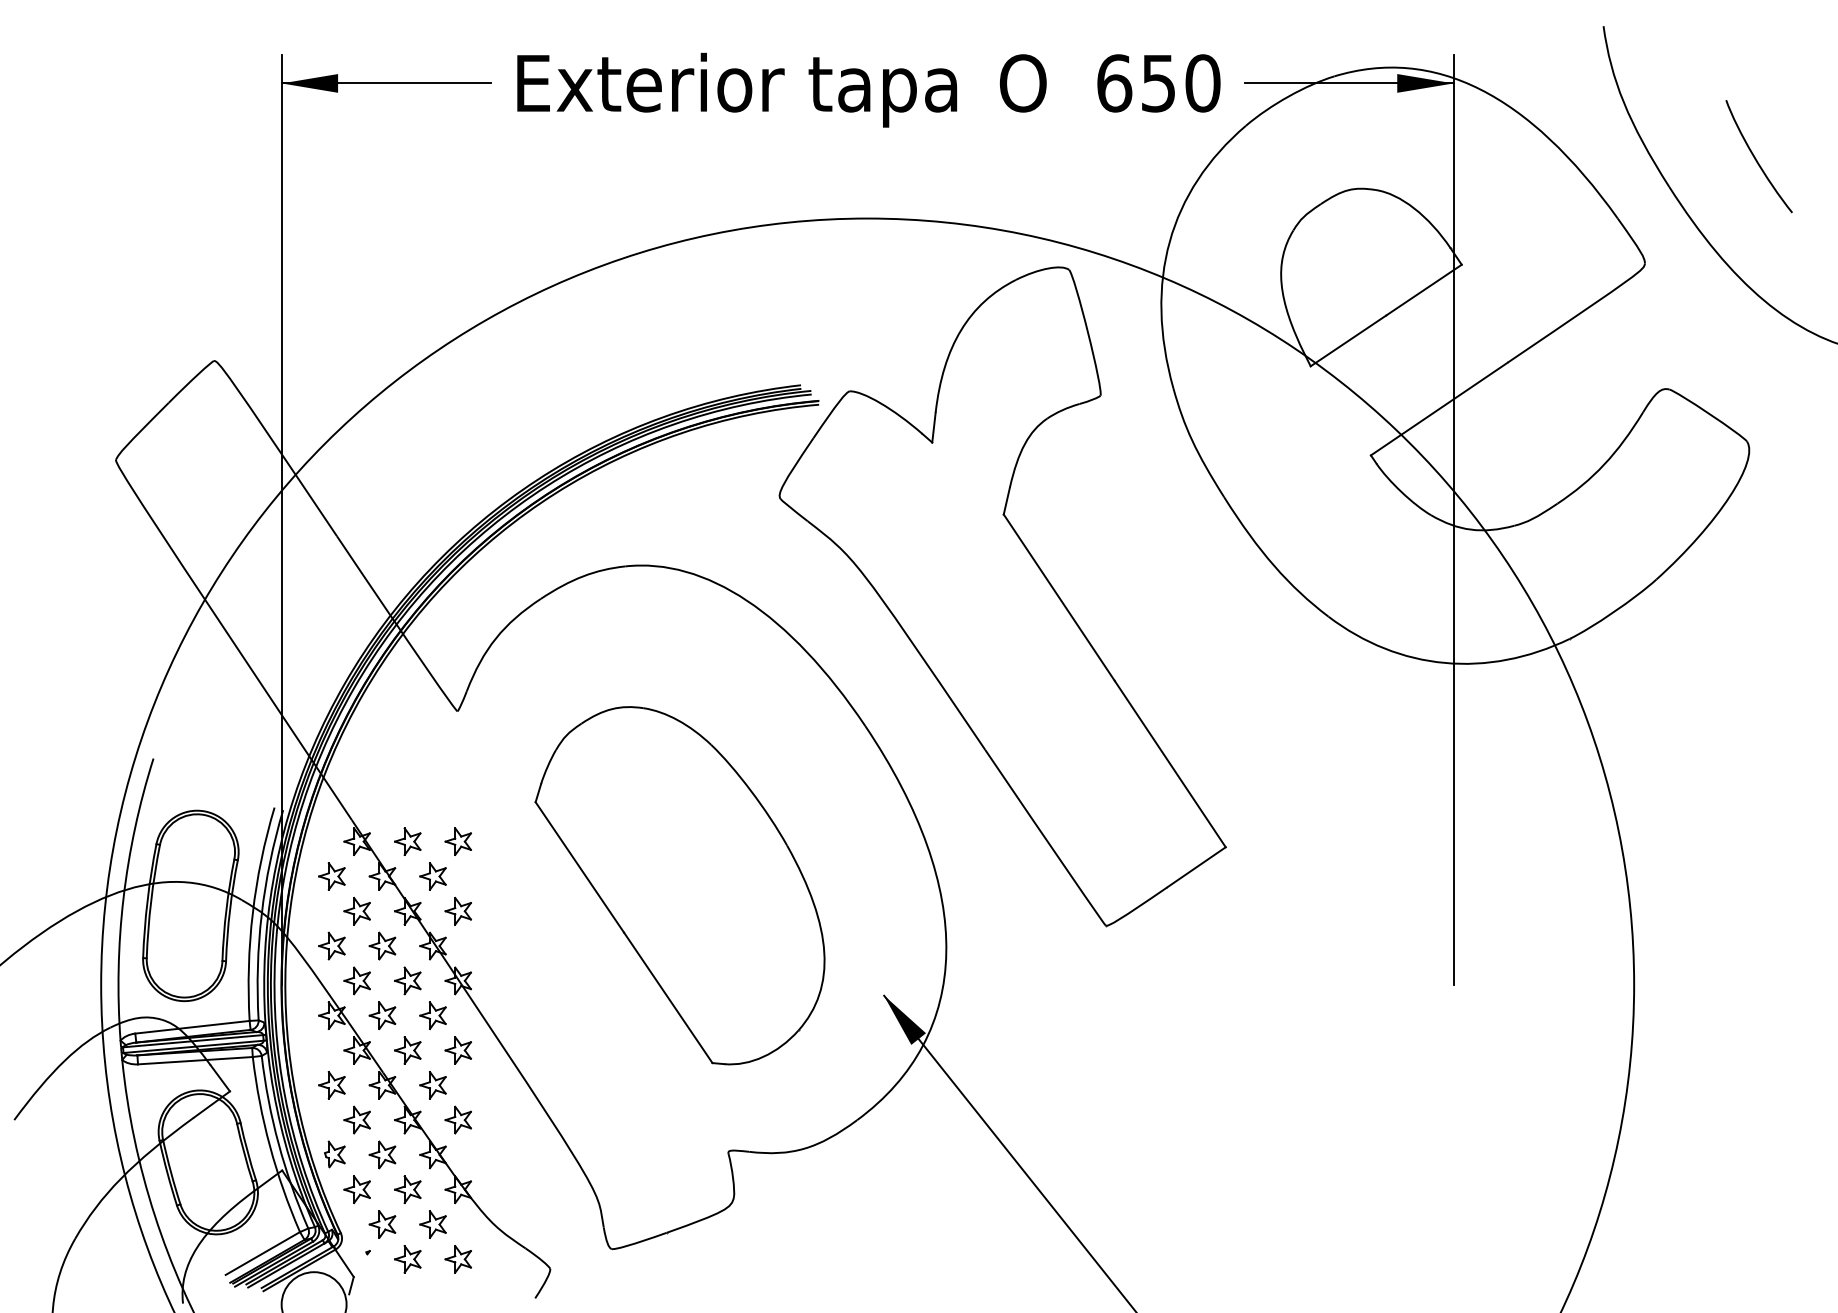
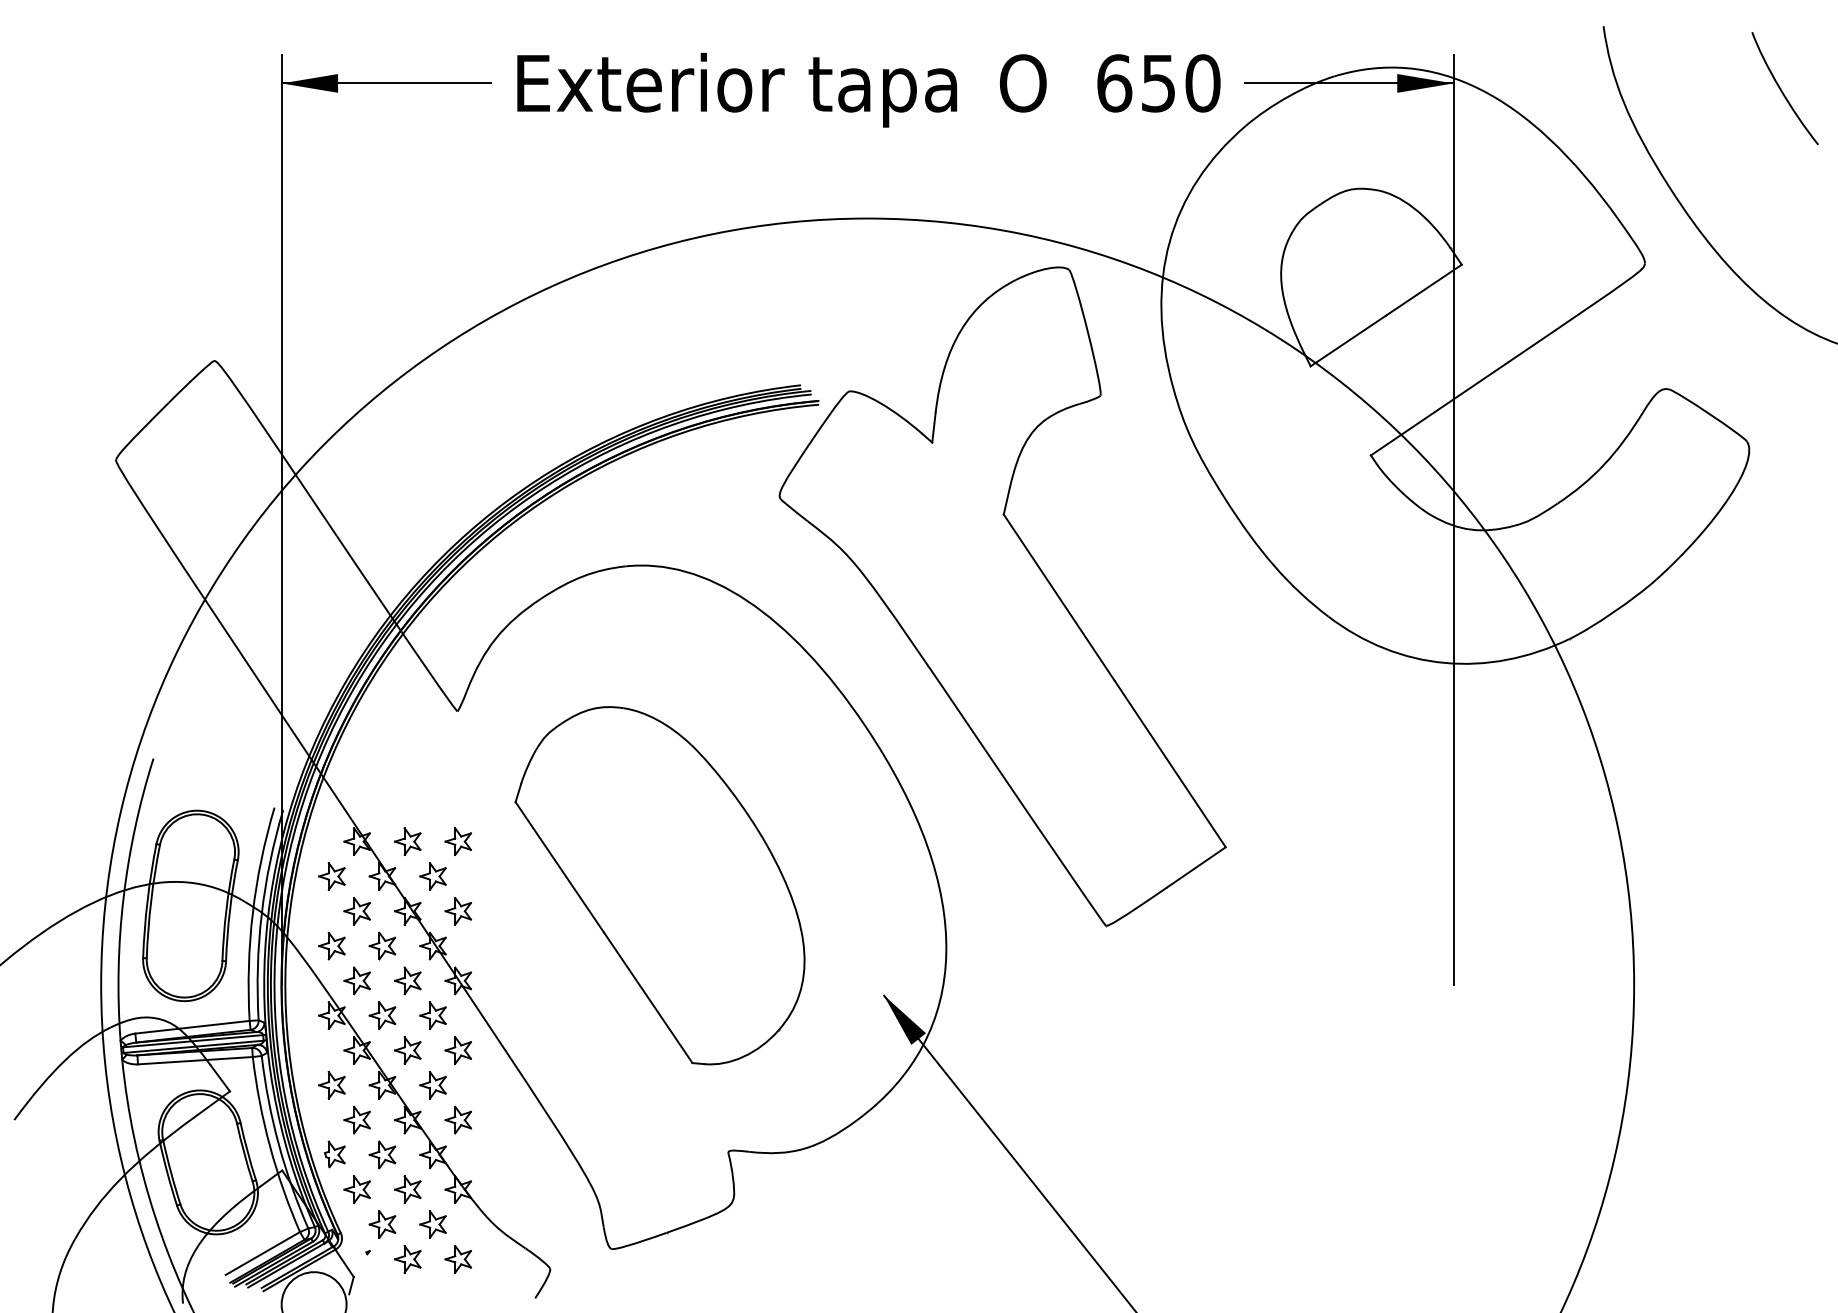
curve at (1756, 158) position: (1756, 158) -> (1782, 90)
part at (679, 885) position: (679, 885) -> (659, 885)
